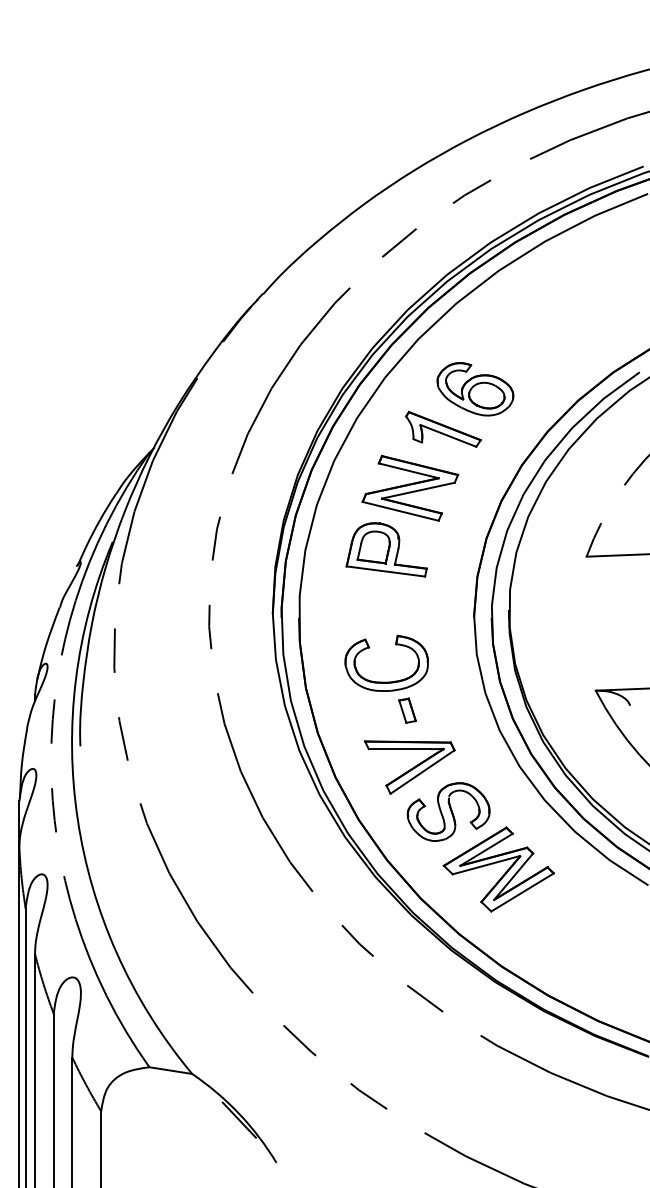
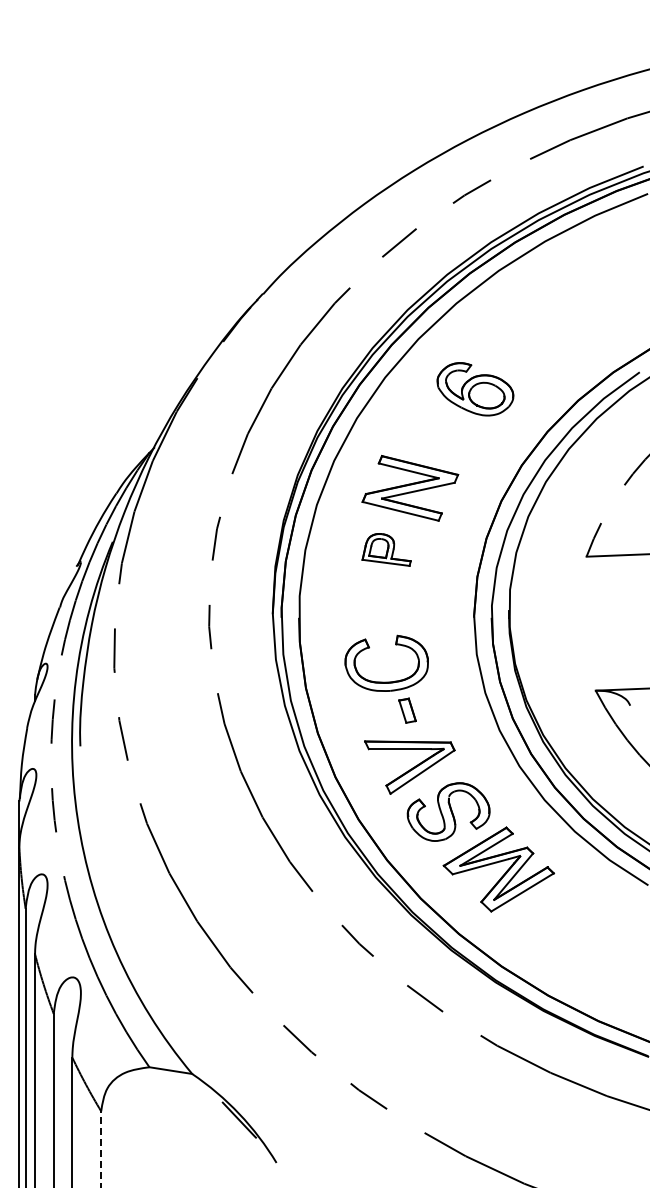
part at (443, 428): present -> none
part at (386, 549) size: 83x56 px -> 51x34 px
line at (101, 1149): solid -> dashed
